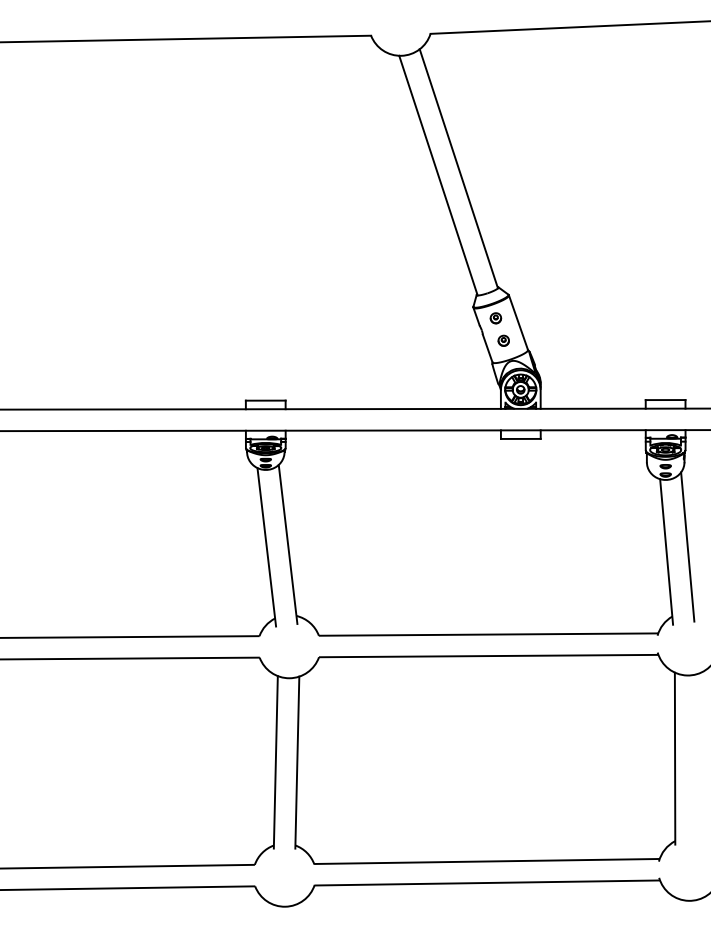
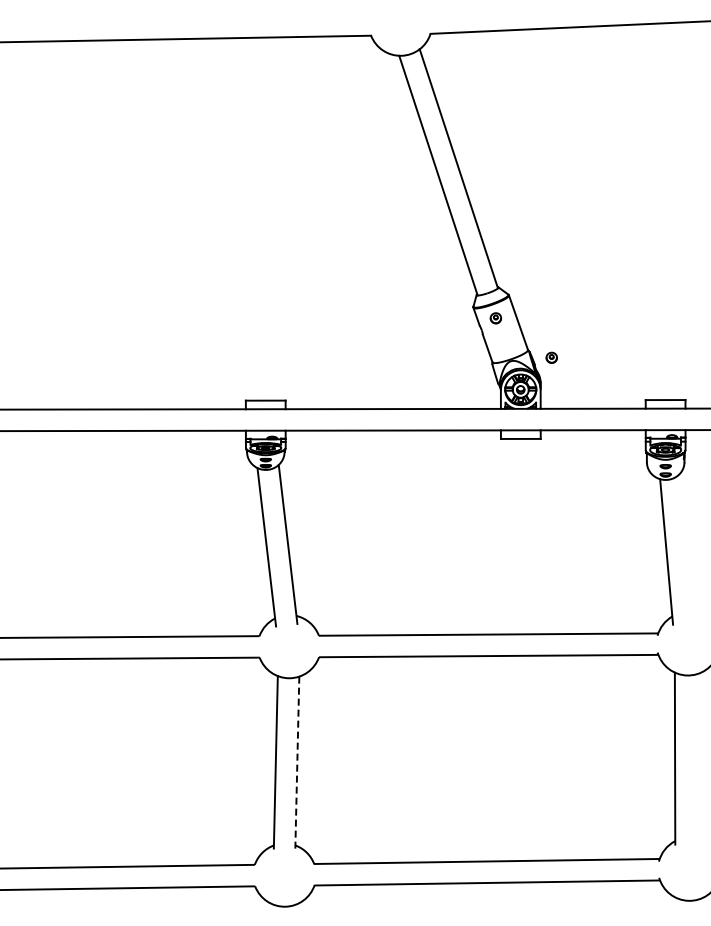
part at (503, 340) position: (503, 340) -> (551, 357)
line at (687, 546): present -> none
line at (297, 762): solid -> dashed
